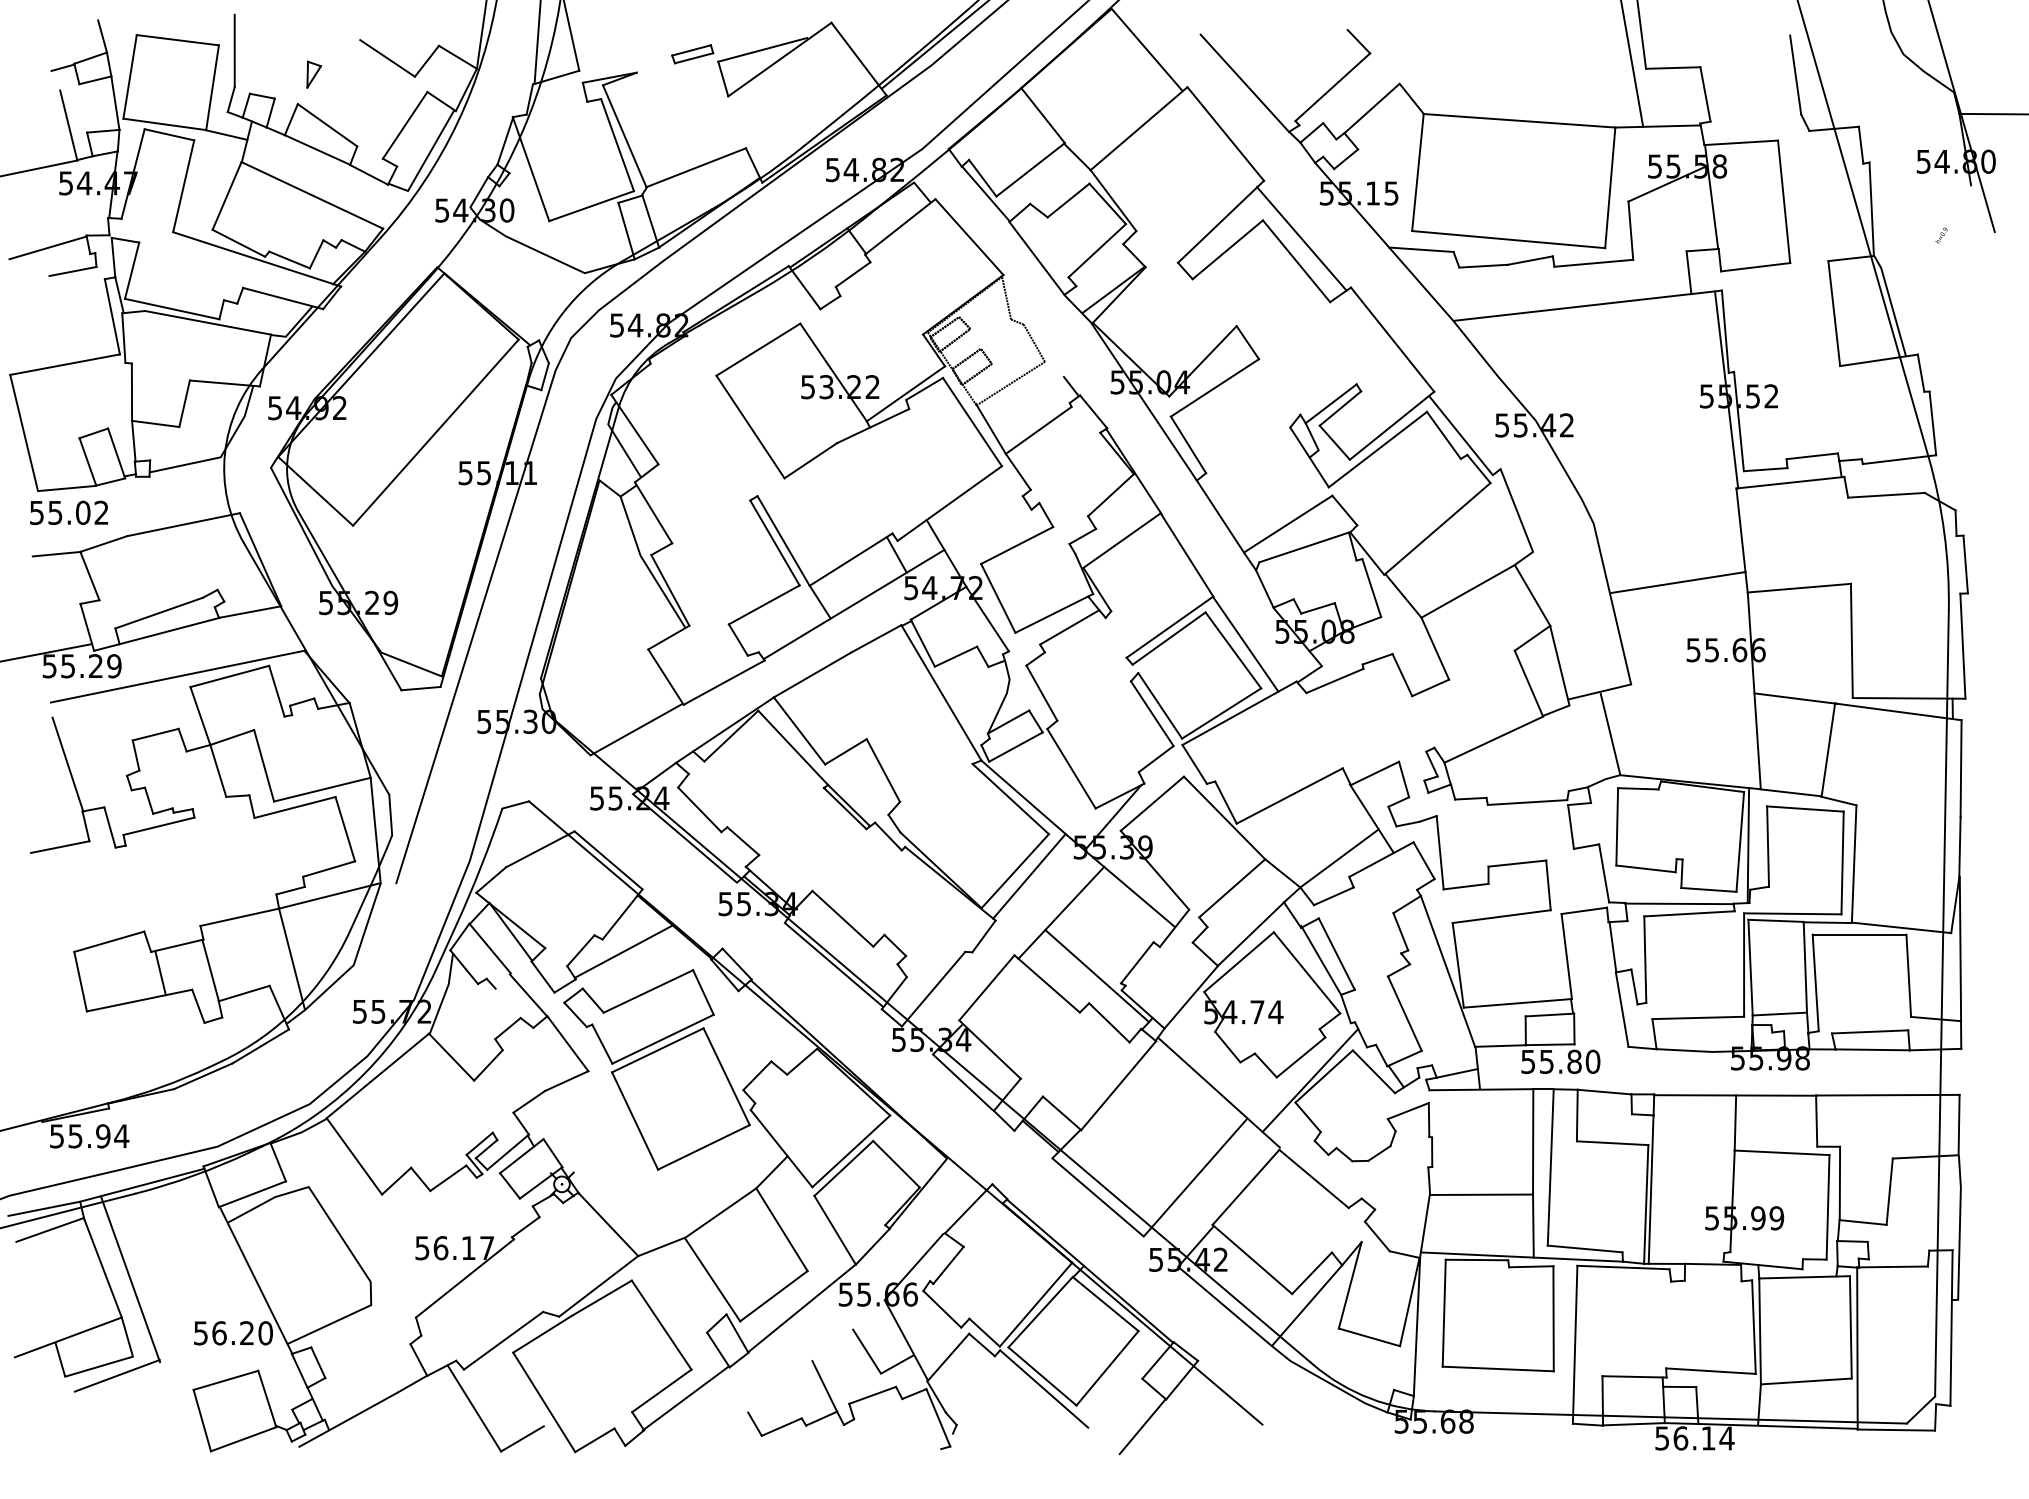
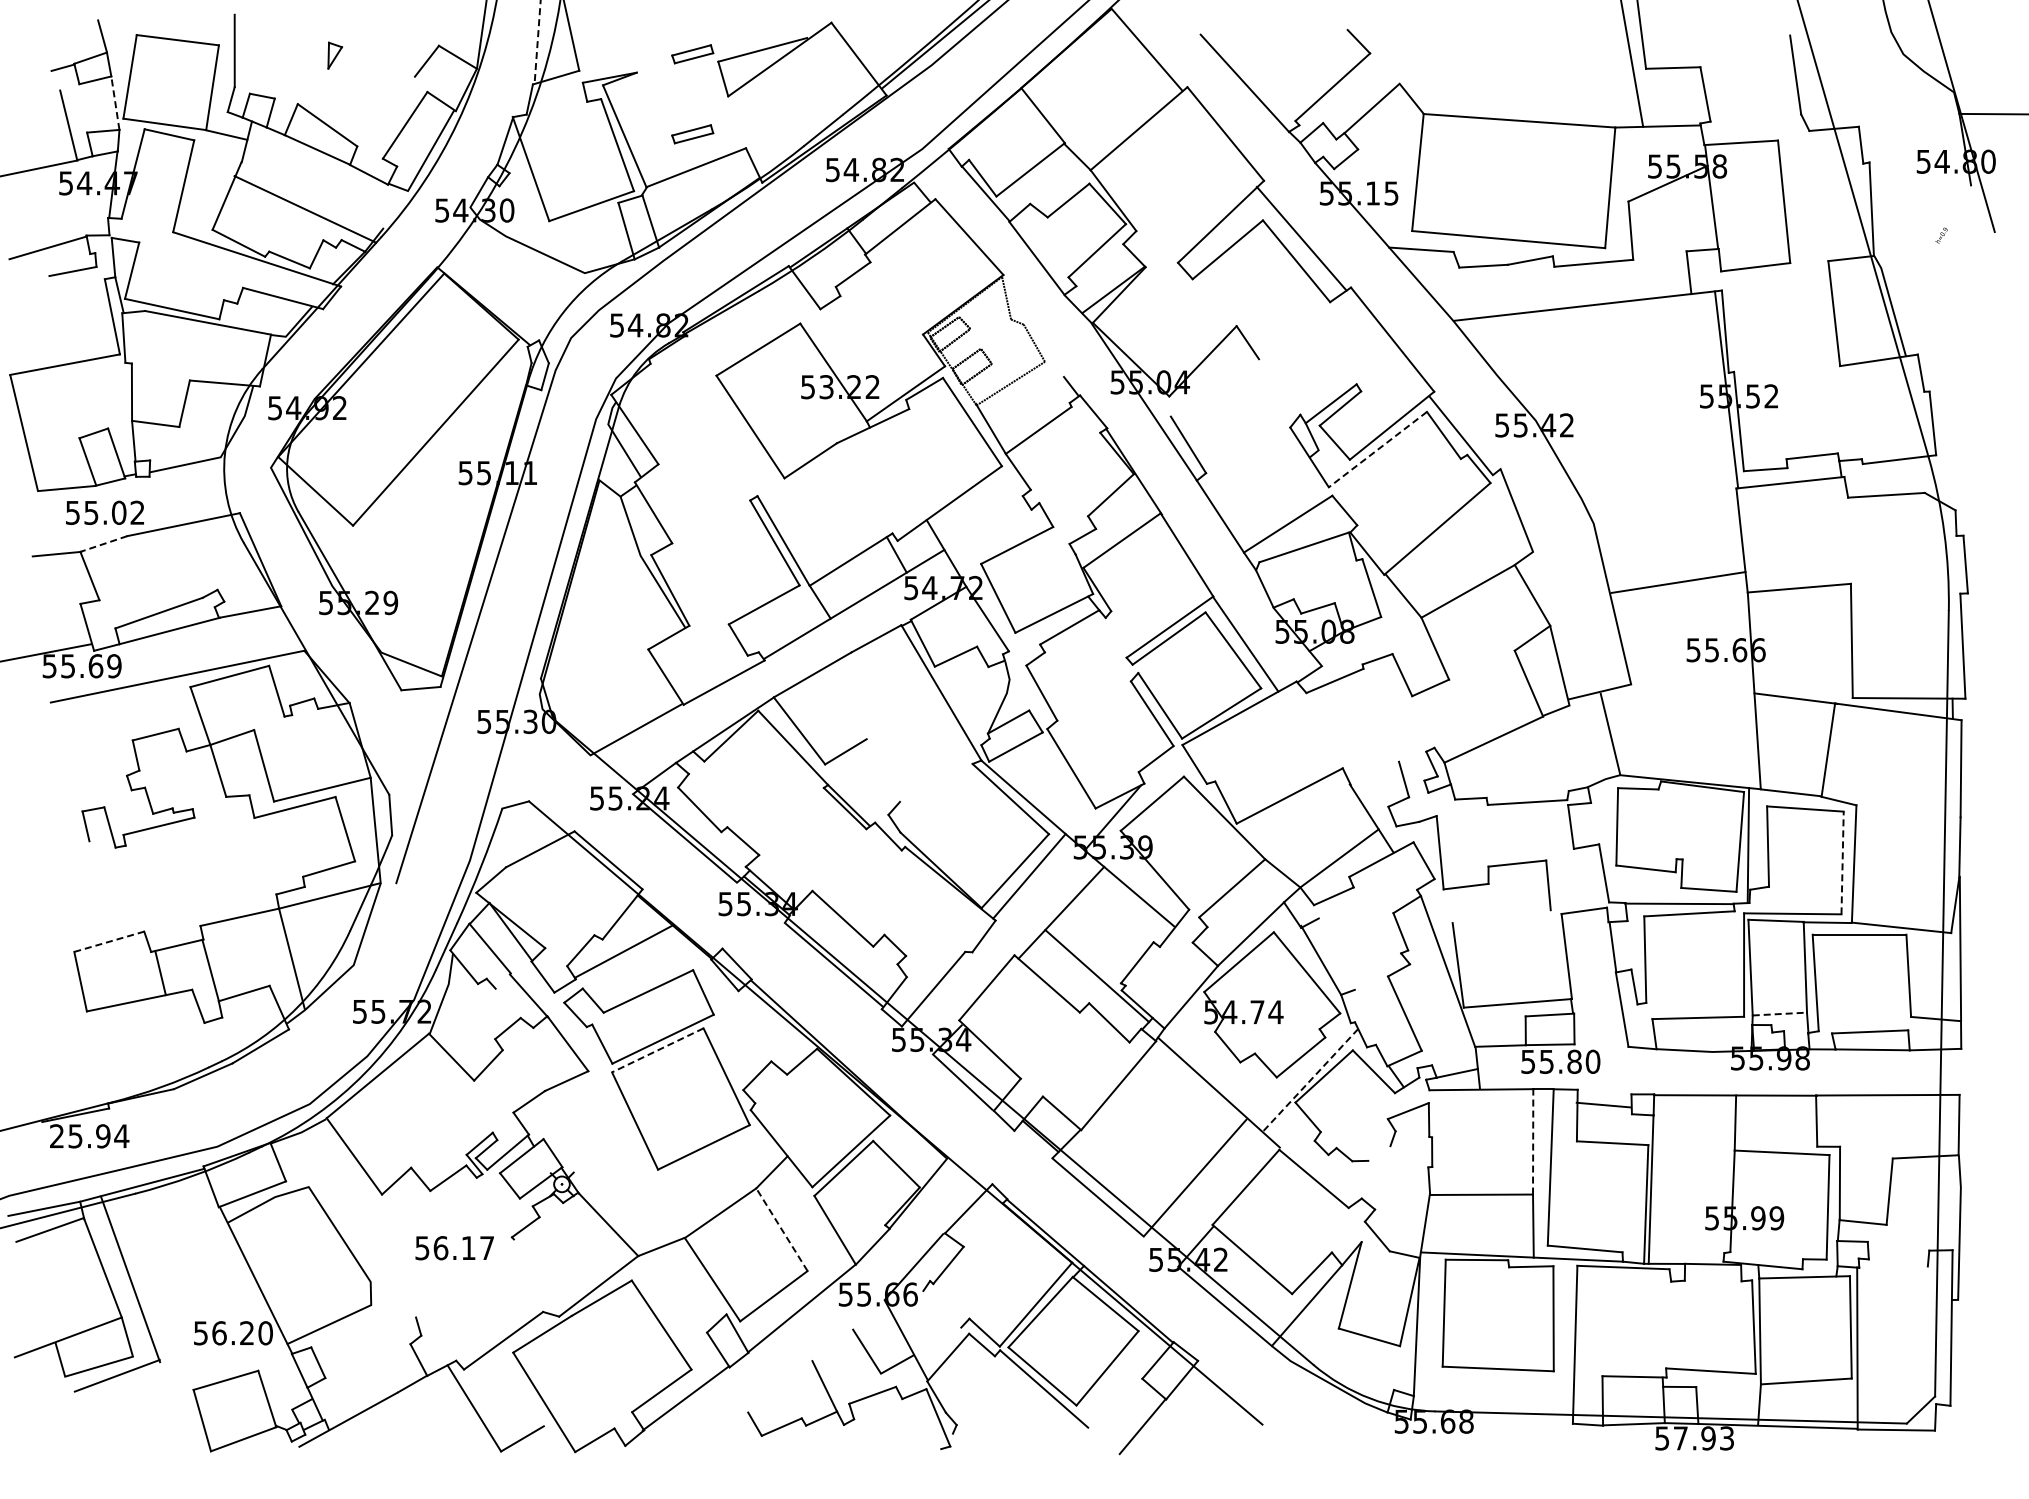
line at (537, 41): solid -> dashed
line at (387, 58): present -> none
part at (314, 74) position: (314, 74) -> (335, 55)
line at (115, 103): solid -> dashed
part at (692, 134): none -> present
line at (312, 195) position: (312, 195) -> (305, 209)
line at (1214, 387): present -> none
line at (1377, 449): solid -> dashed
text at (68, 512) position: (68, 512) -> (104, 512)
line at (103, 544): solid -> dashed
text at (95, 666): 55.29 -> 55.69
line at (67, 764): present -> none
line at (883, 770): present -> none
line at (1374, 773): present -> none
line at (60, 846): present -> none
line at (1842, 862): solid -> dashed
line at (1501, 916): present -> none
line at (109, 941): solid -> dashed
line at (1336, 953): present -> none
line at (1780, 1014): solid -> dashed
line at (657, 1050): solid -> dashed
line at (1310, 1080): solid -> dashed
line at (1604, 1091) position: (1604, 1091) -> (1603, 1104)
text at (56, 1136): 55.94 -> 25.94
line at (1533, 1141): solid -> dashed
line at (1379, 1153): present -> none
line at (781, 1229): solid -> dashed
line at (1892, 1266): present -> none
line at (464, 1278): present -> none
line at (942, 1308): present -> none
text at (1703, 1438): 56.14 -> 57.93
